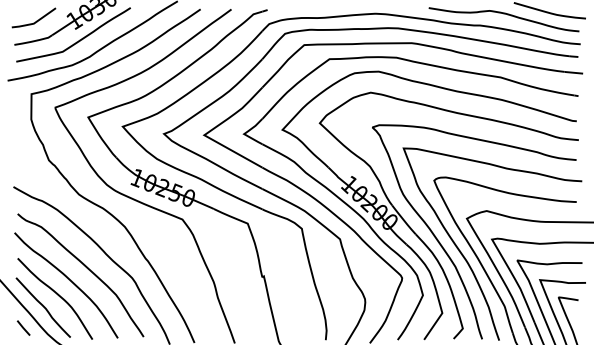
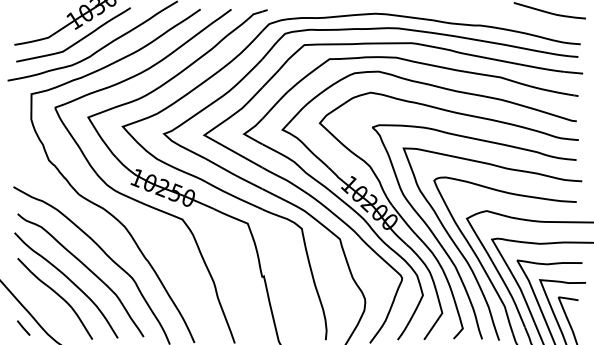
curve at (503, 14): present -> none
curve at (36, 20): present -> none
curve at (42, 306): present -> none
